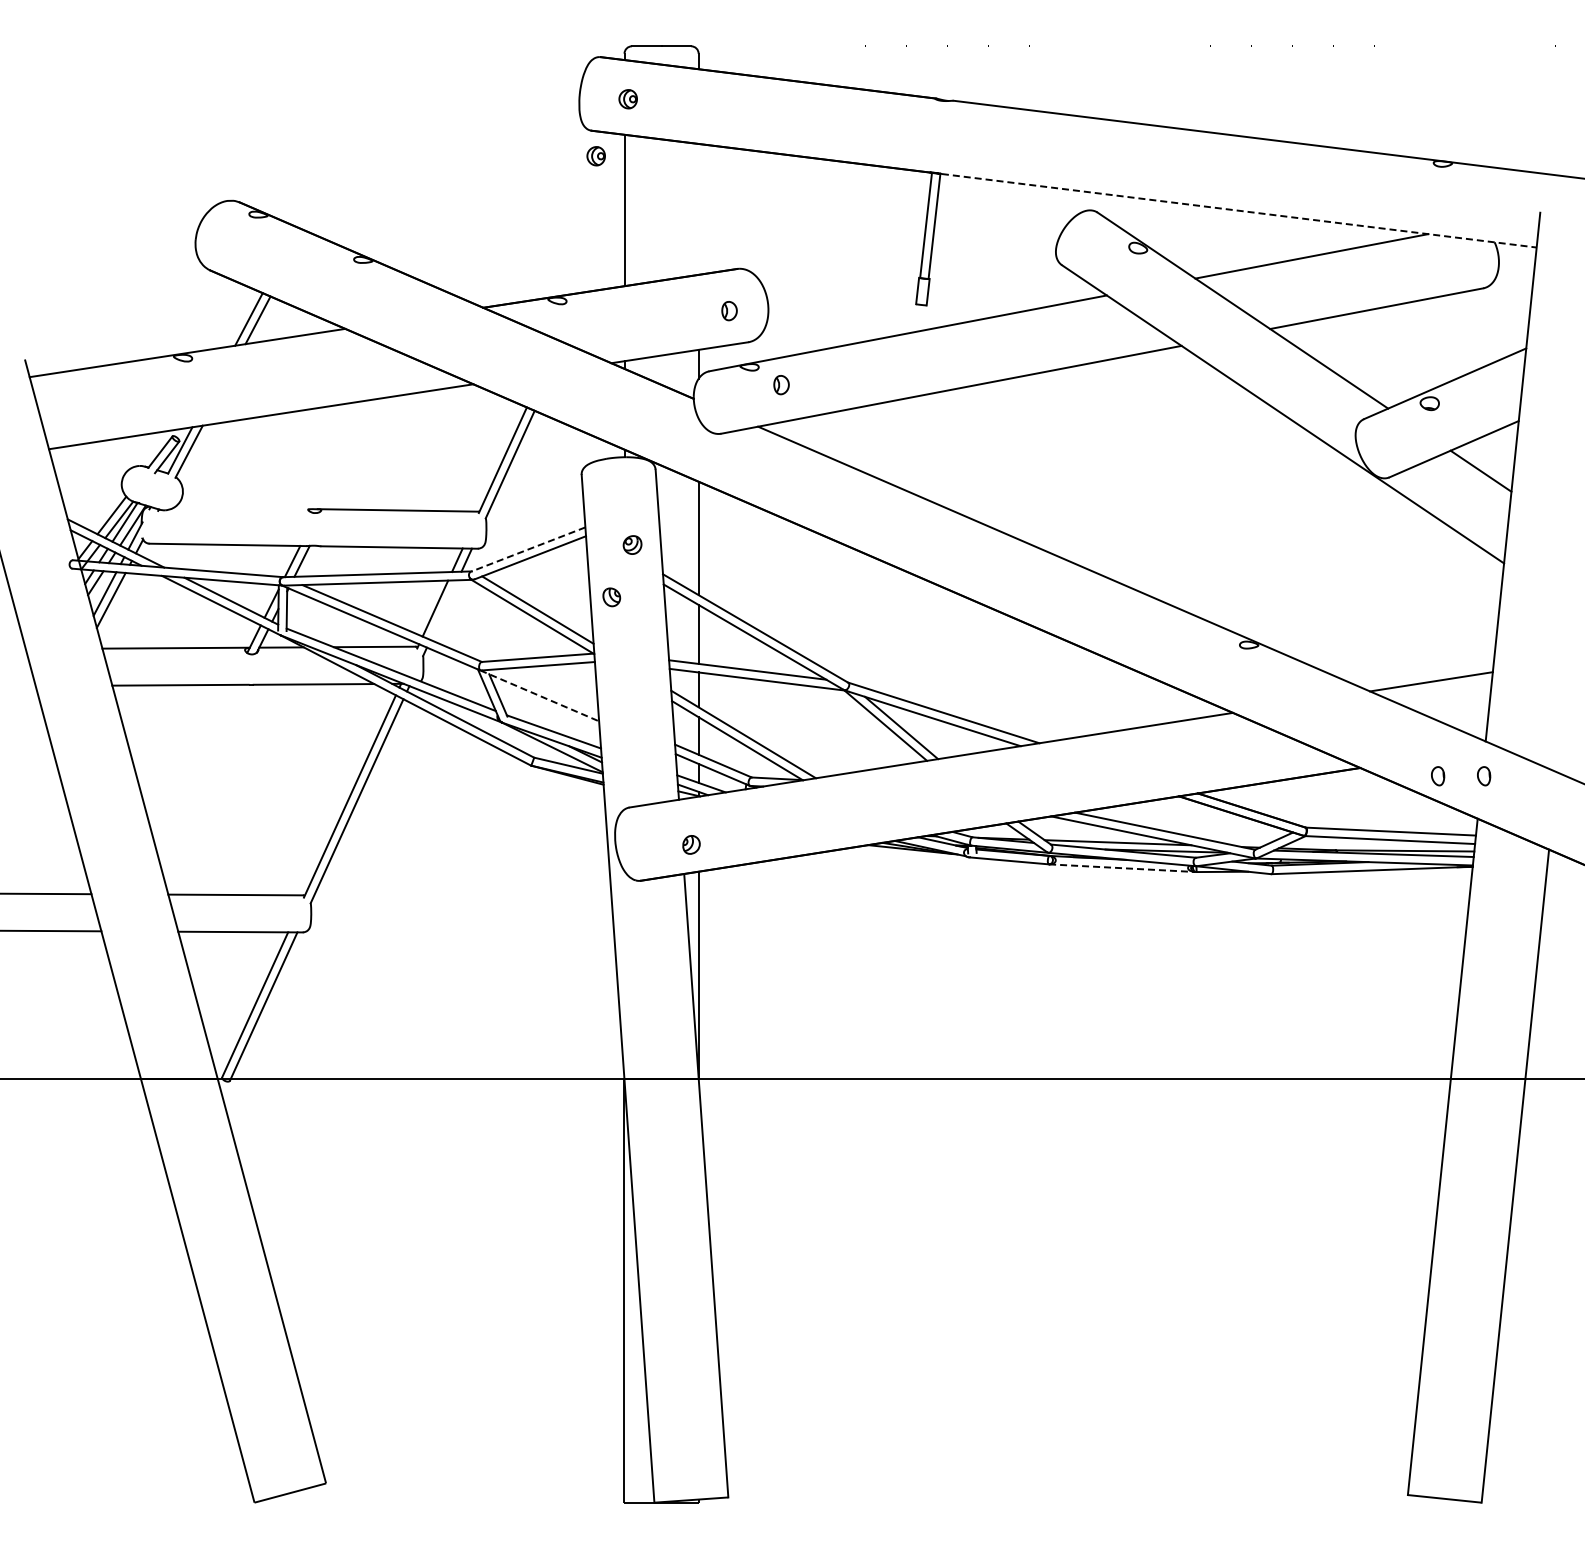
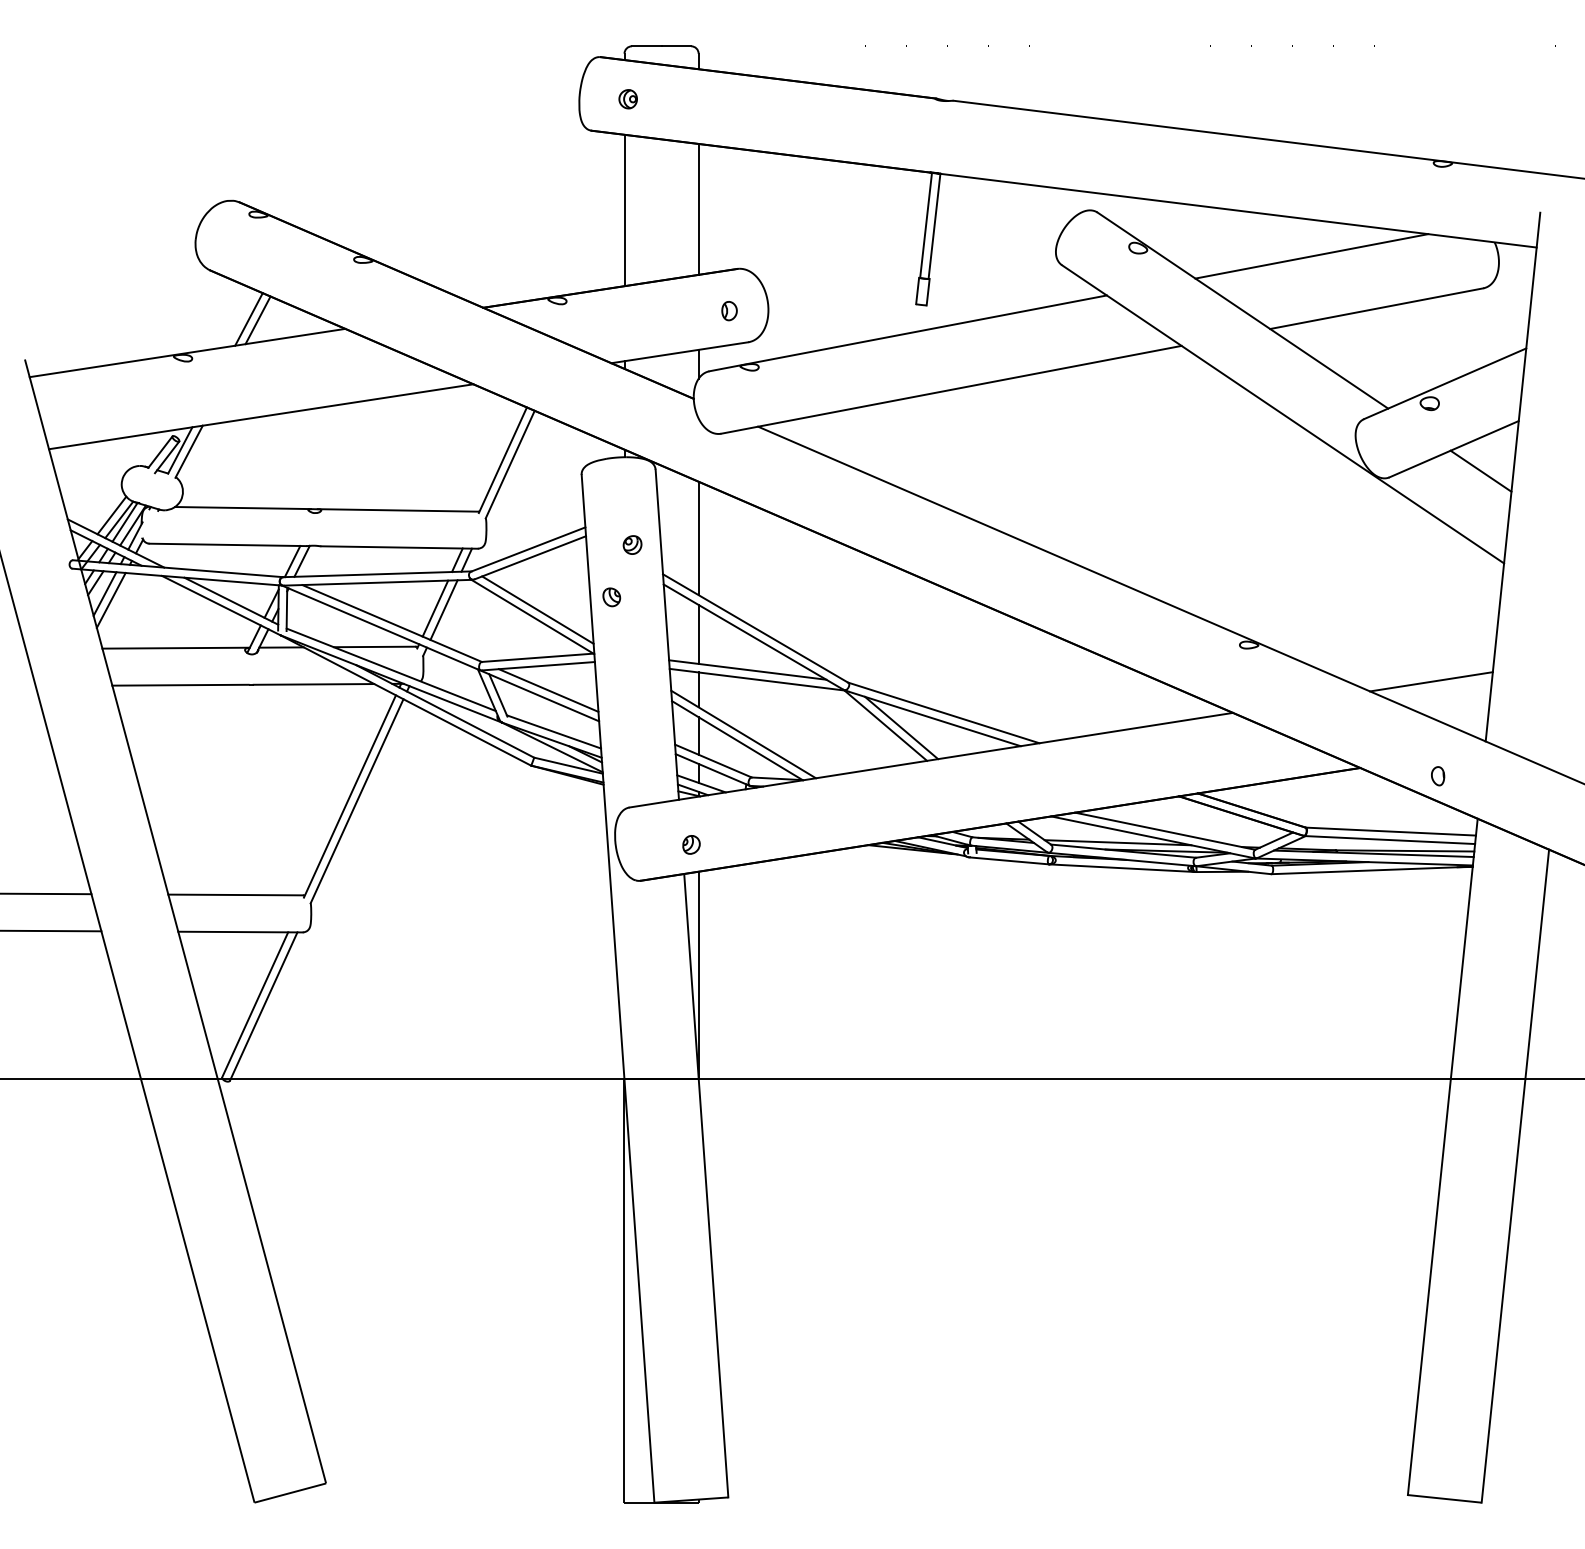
part at (595, 156): present -> none
line at (698, 208): none -> present
line at (1239, 210): dashed -> solid
part at (781, 385): present -> none
line at (242, 508): none -> present
line at (527, 549): dashed -> solid
line at (443, 609): none -> present
line at (548, 690): none -> present
line at (539, 695): dashed -> solid
part at (1484, 776): present -> none
line at (1122, 868): dashed -> solid
